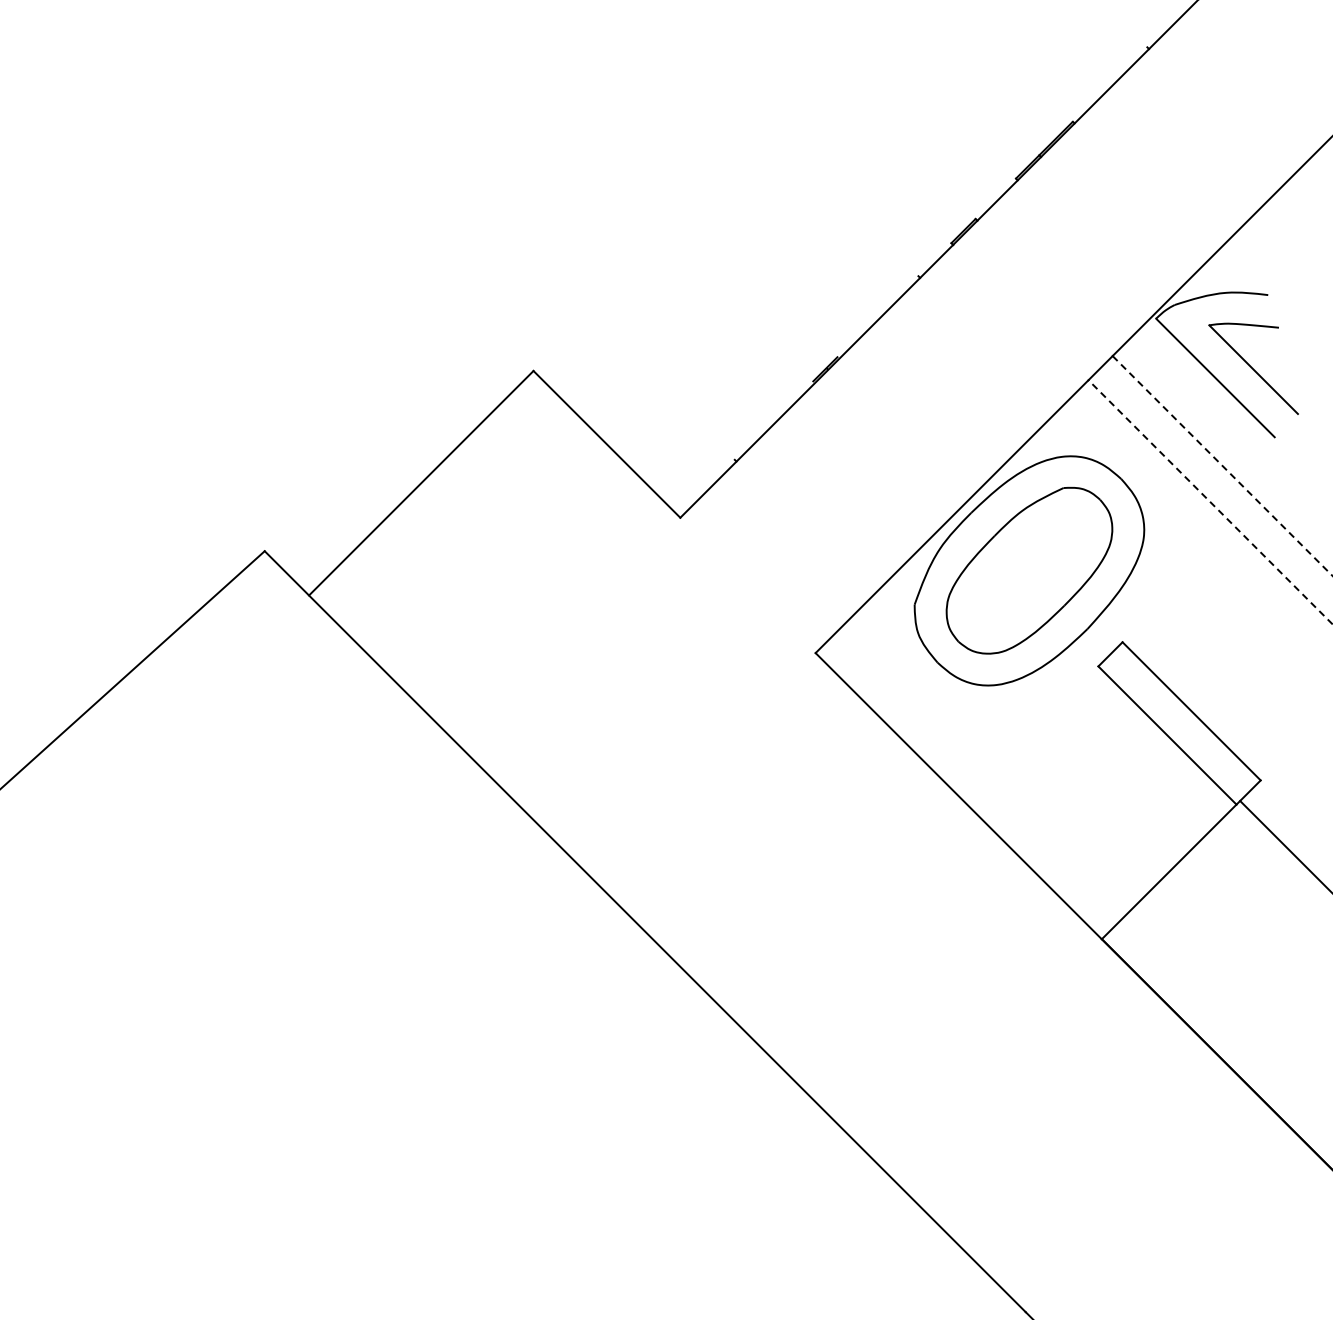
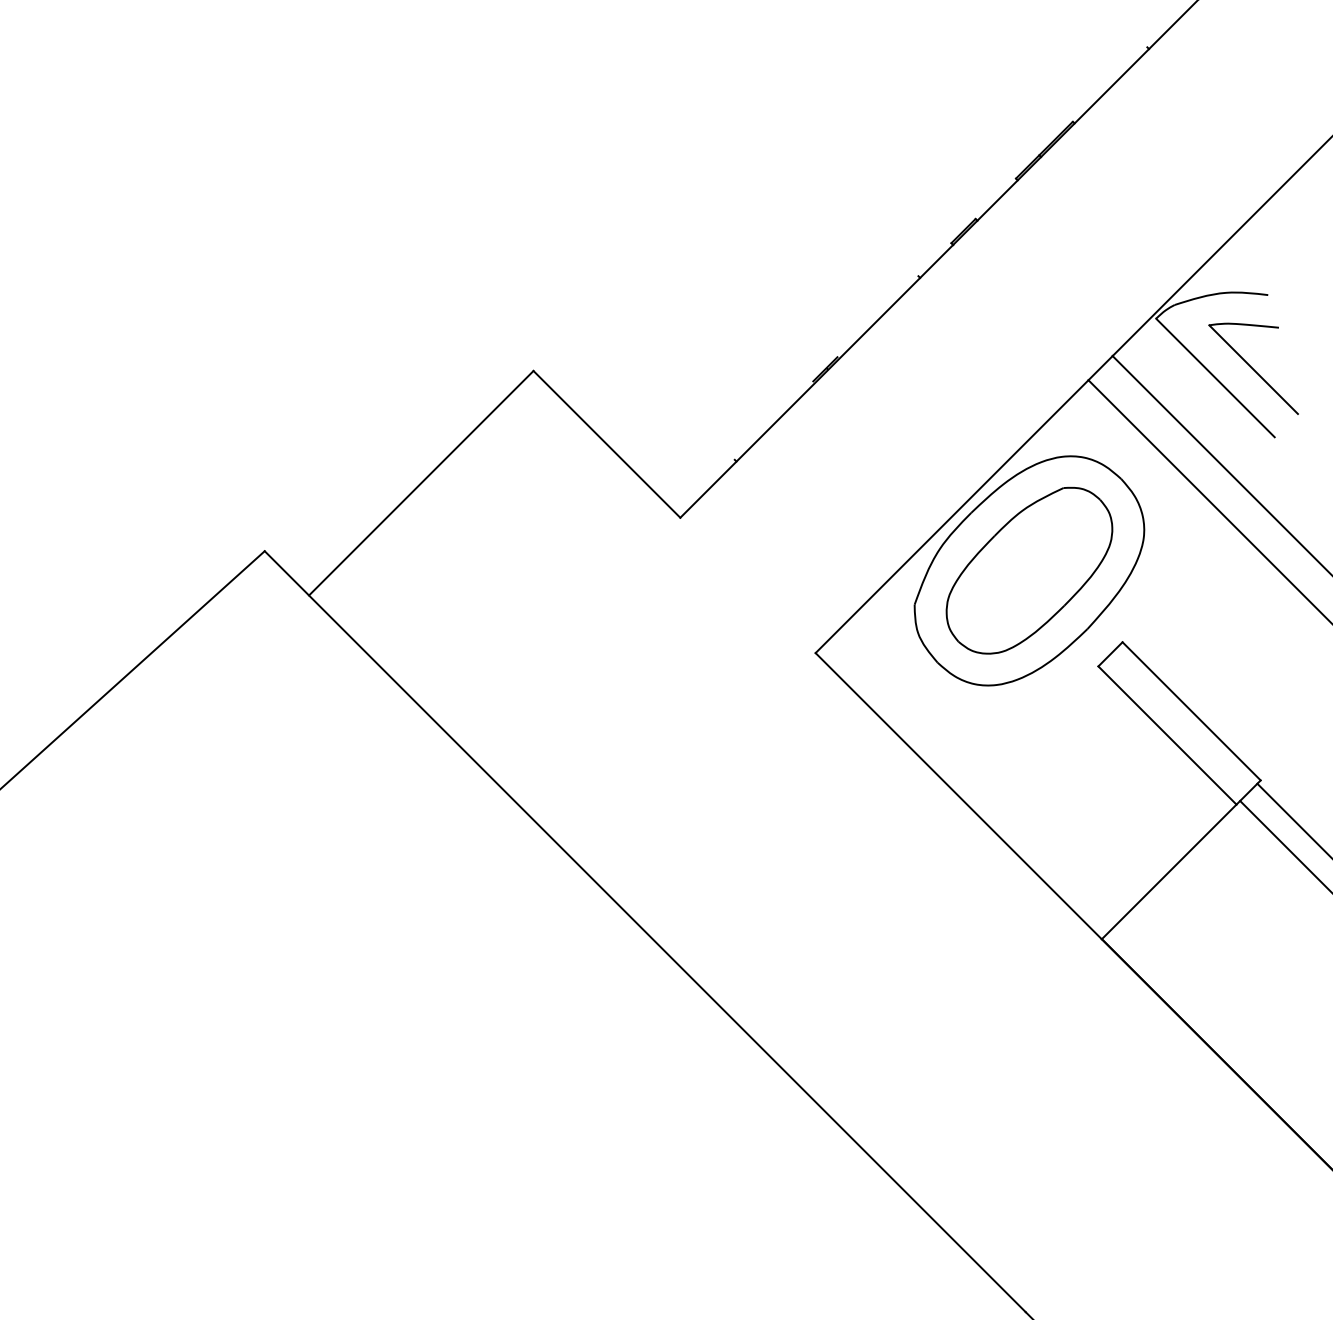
line at (1222, 466): dashed -> solid
line at (1210, 501): dashed -> solid
line at (1293, 819): none -> present
